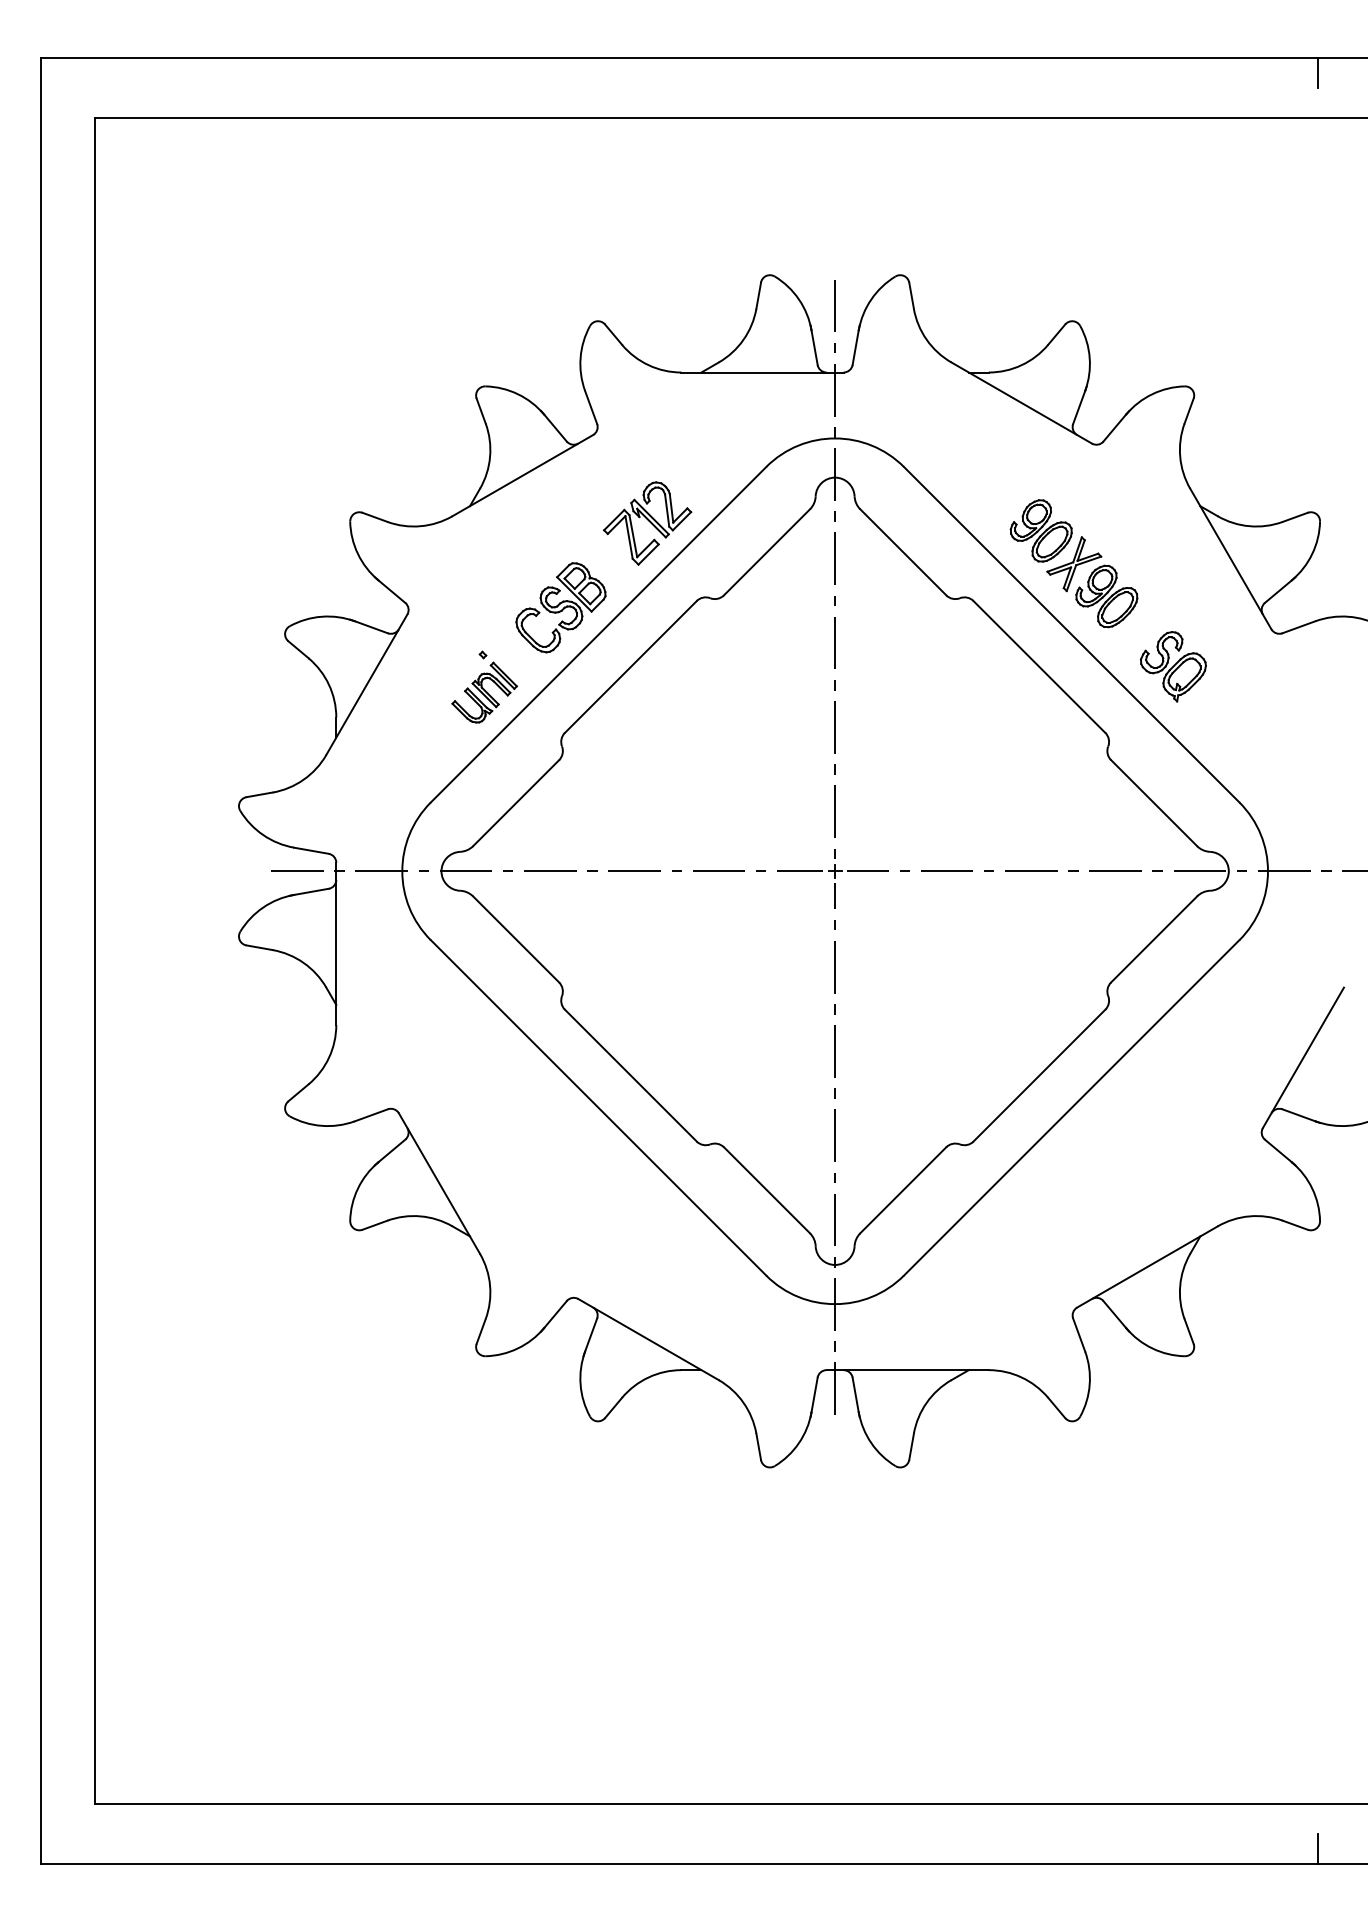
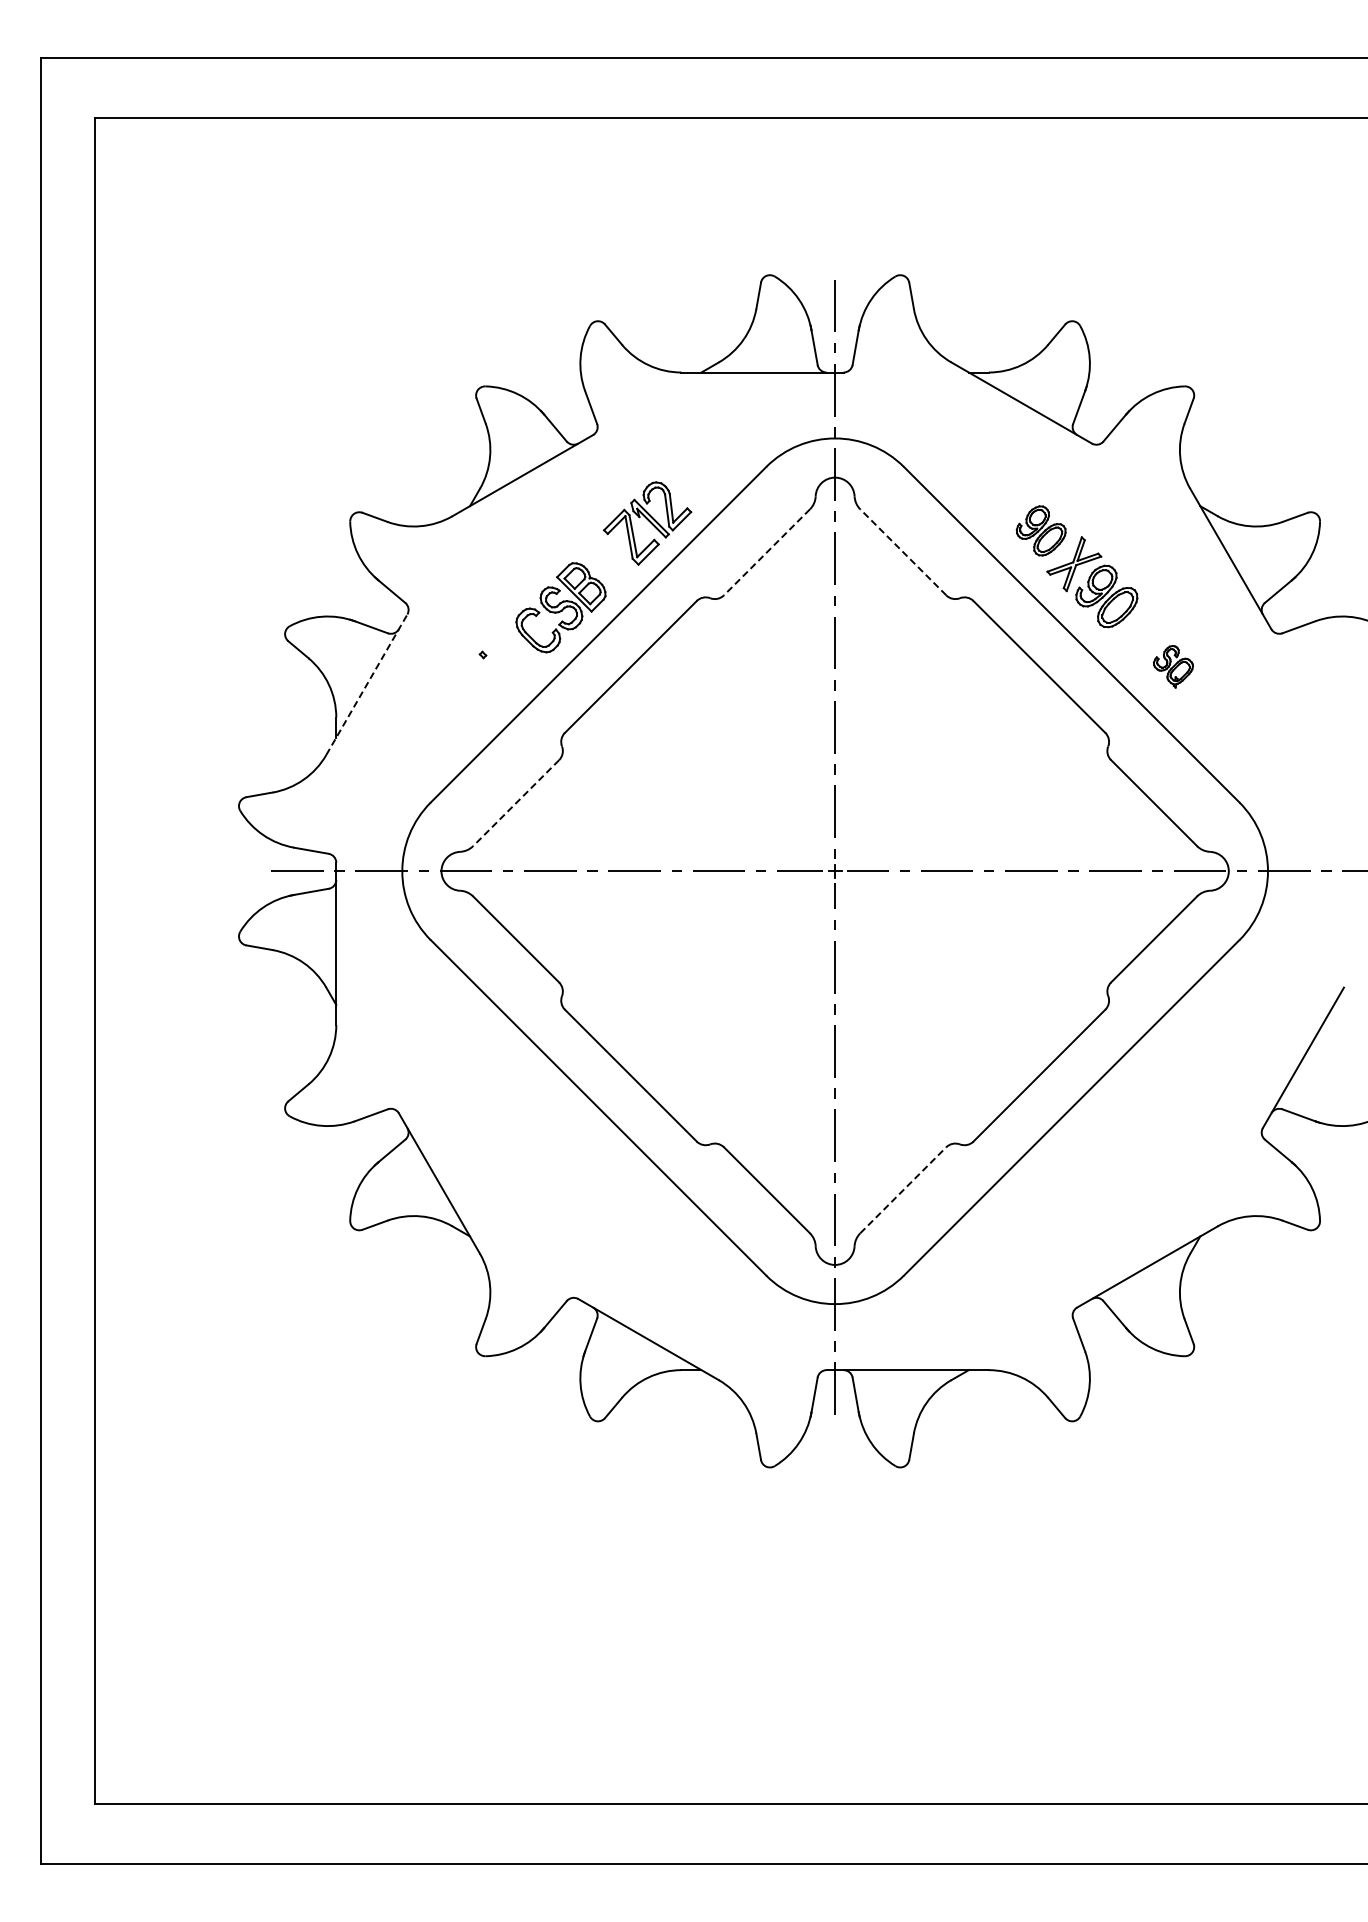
line at (1318, 72): present -> none
part at (1040, 530) size: 64x64 px -> 52x52 px
line at (766, 552): solid -> dashed
line at (903, 552): solid -> dashed
part at (1173, 666) size: 67x72 px -> 41x44 px
line at (367, 684): solid -> dashed
part at (484, 692): present -> none
line at (516, 803): solid -> dashed
line at (903, 1190): solid -> dashed
line at (1318, 1848): present -> none
